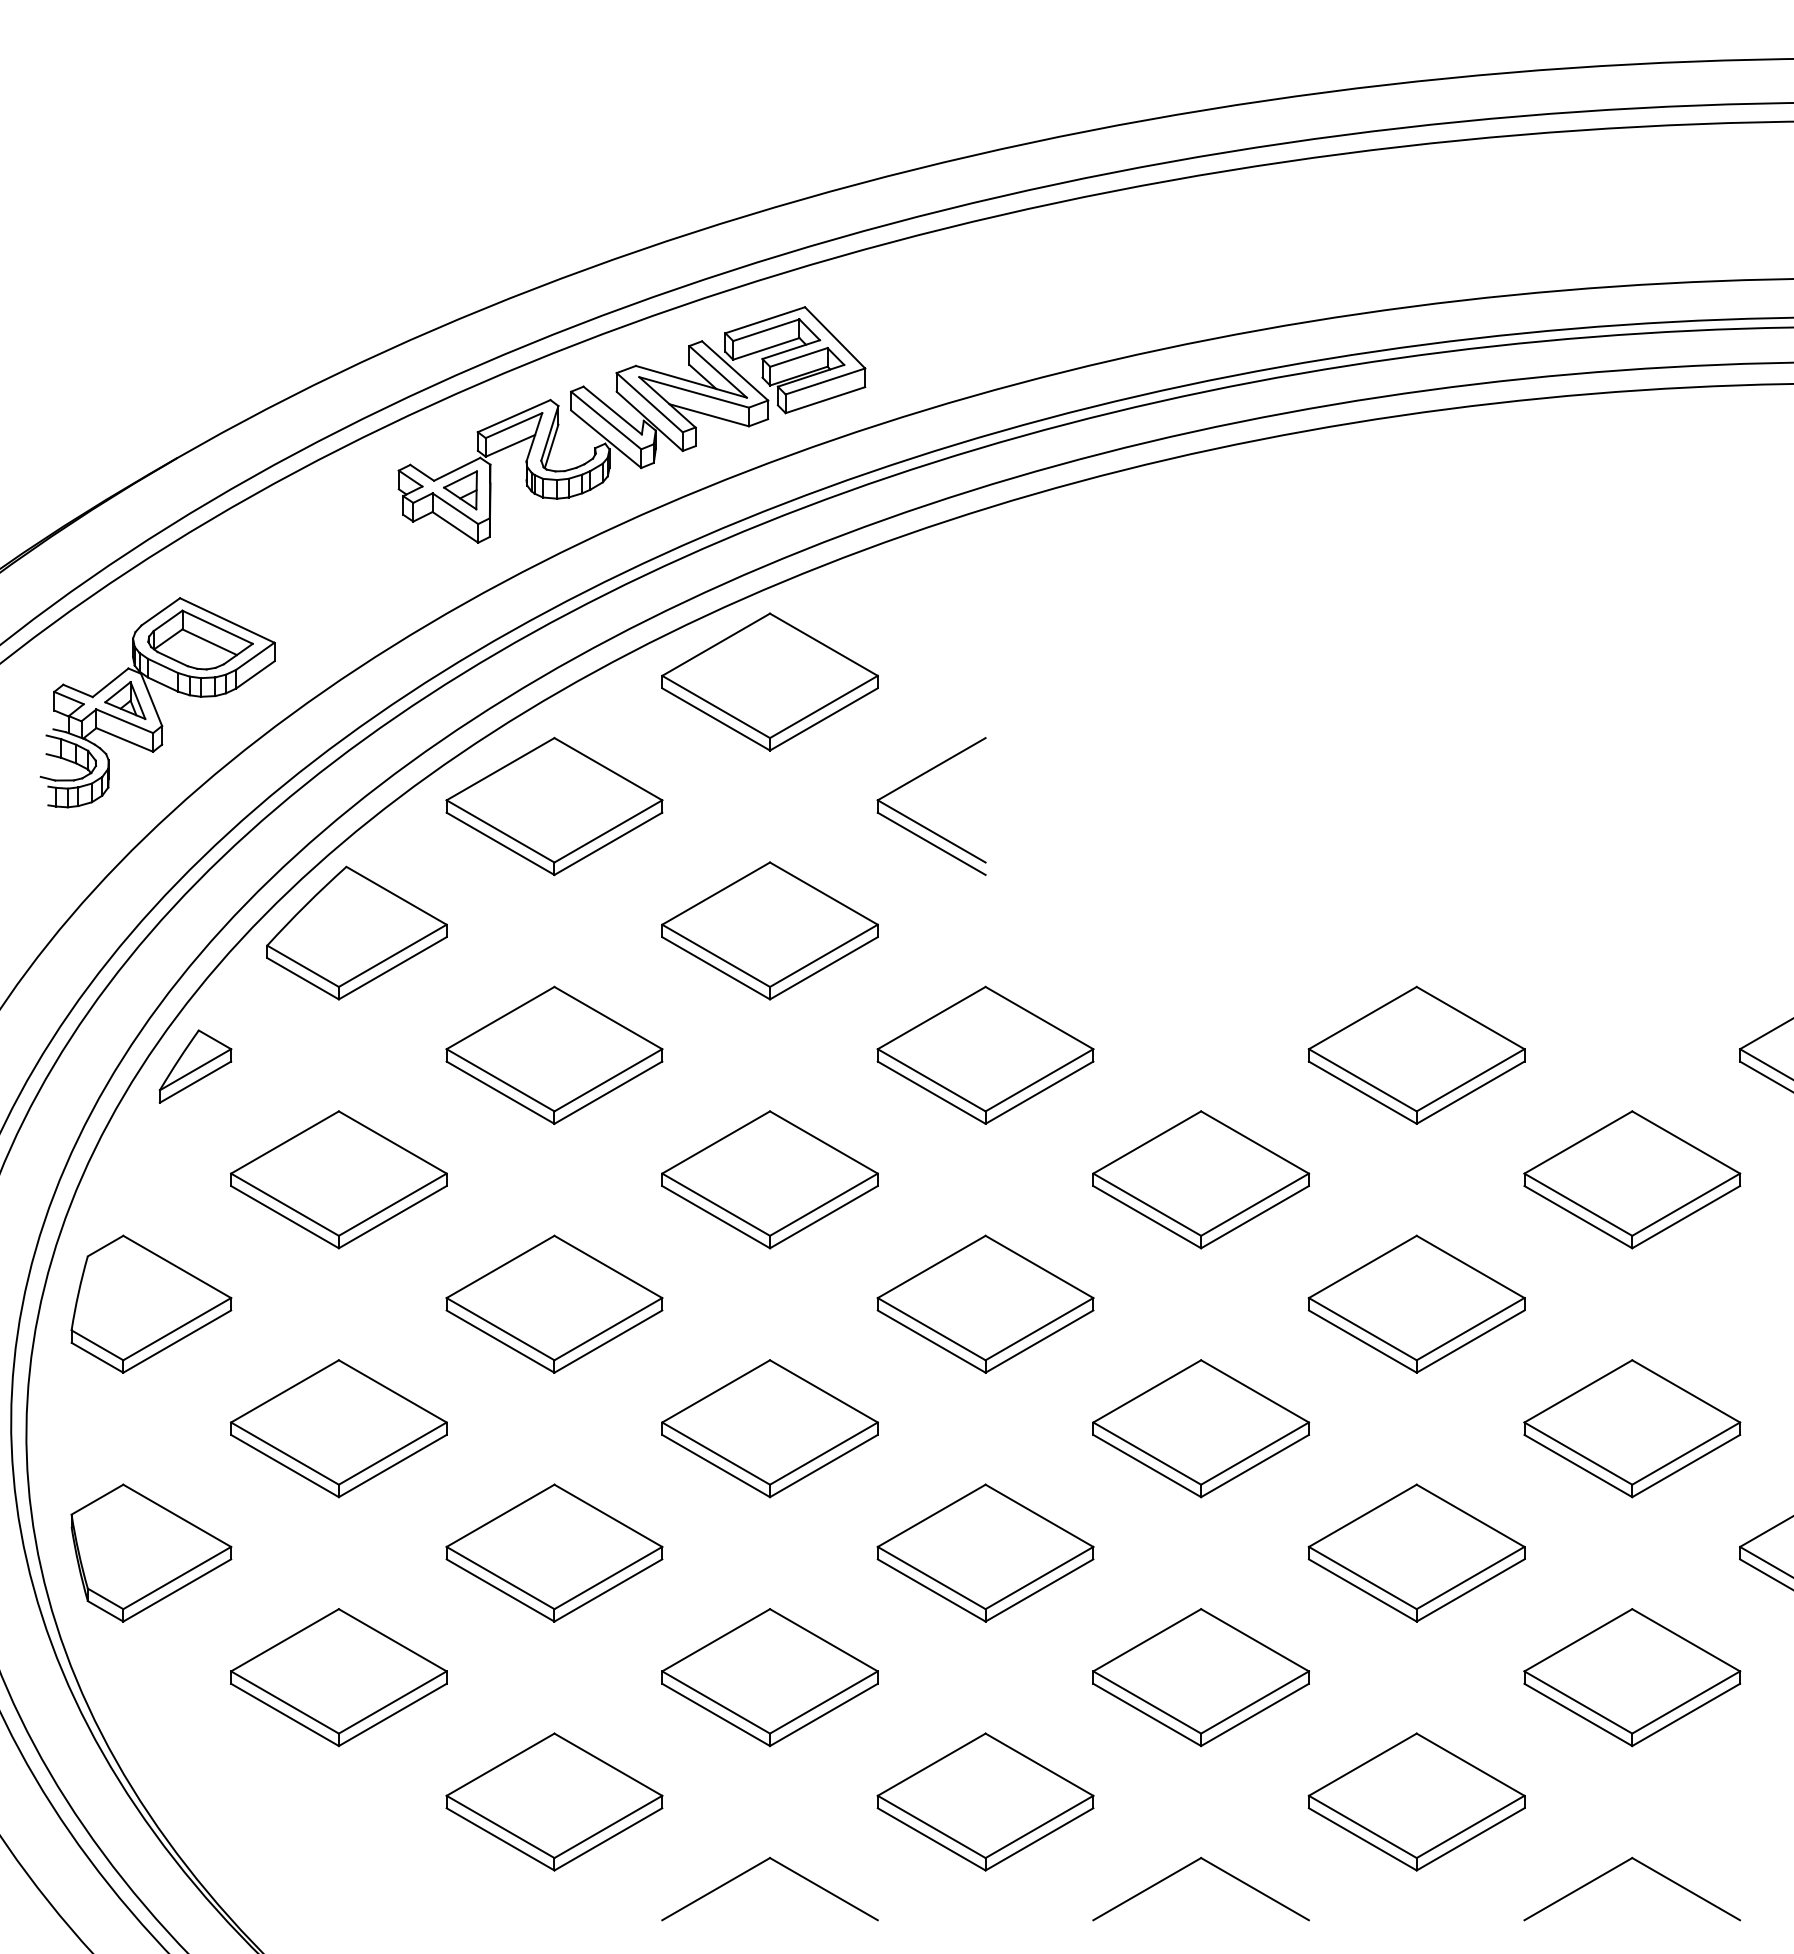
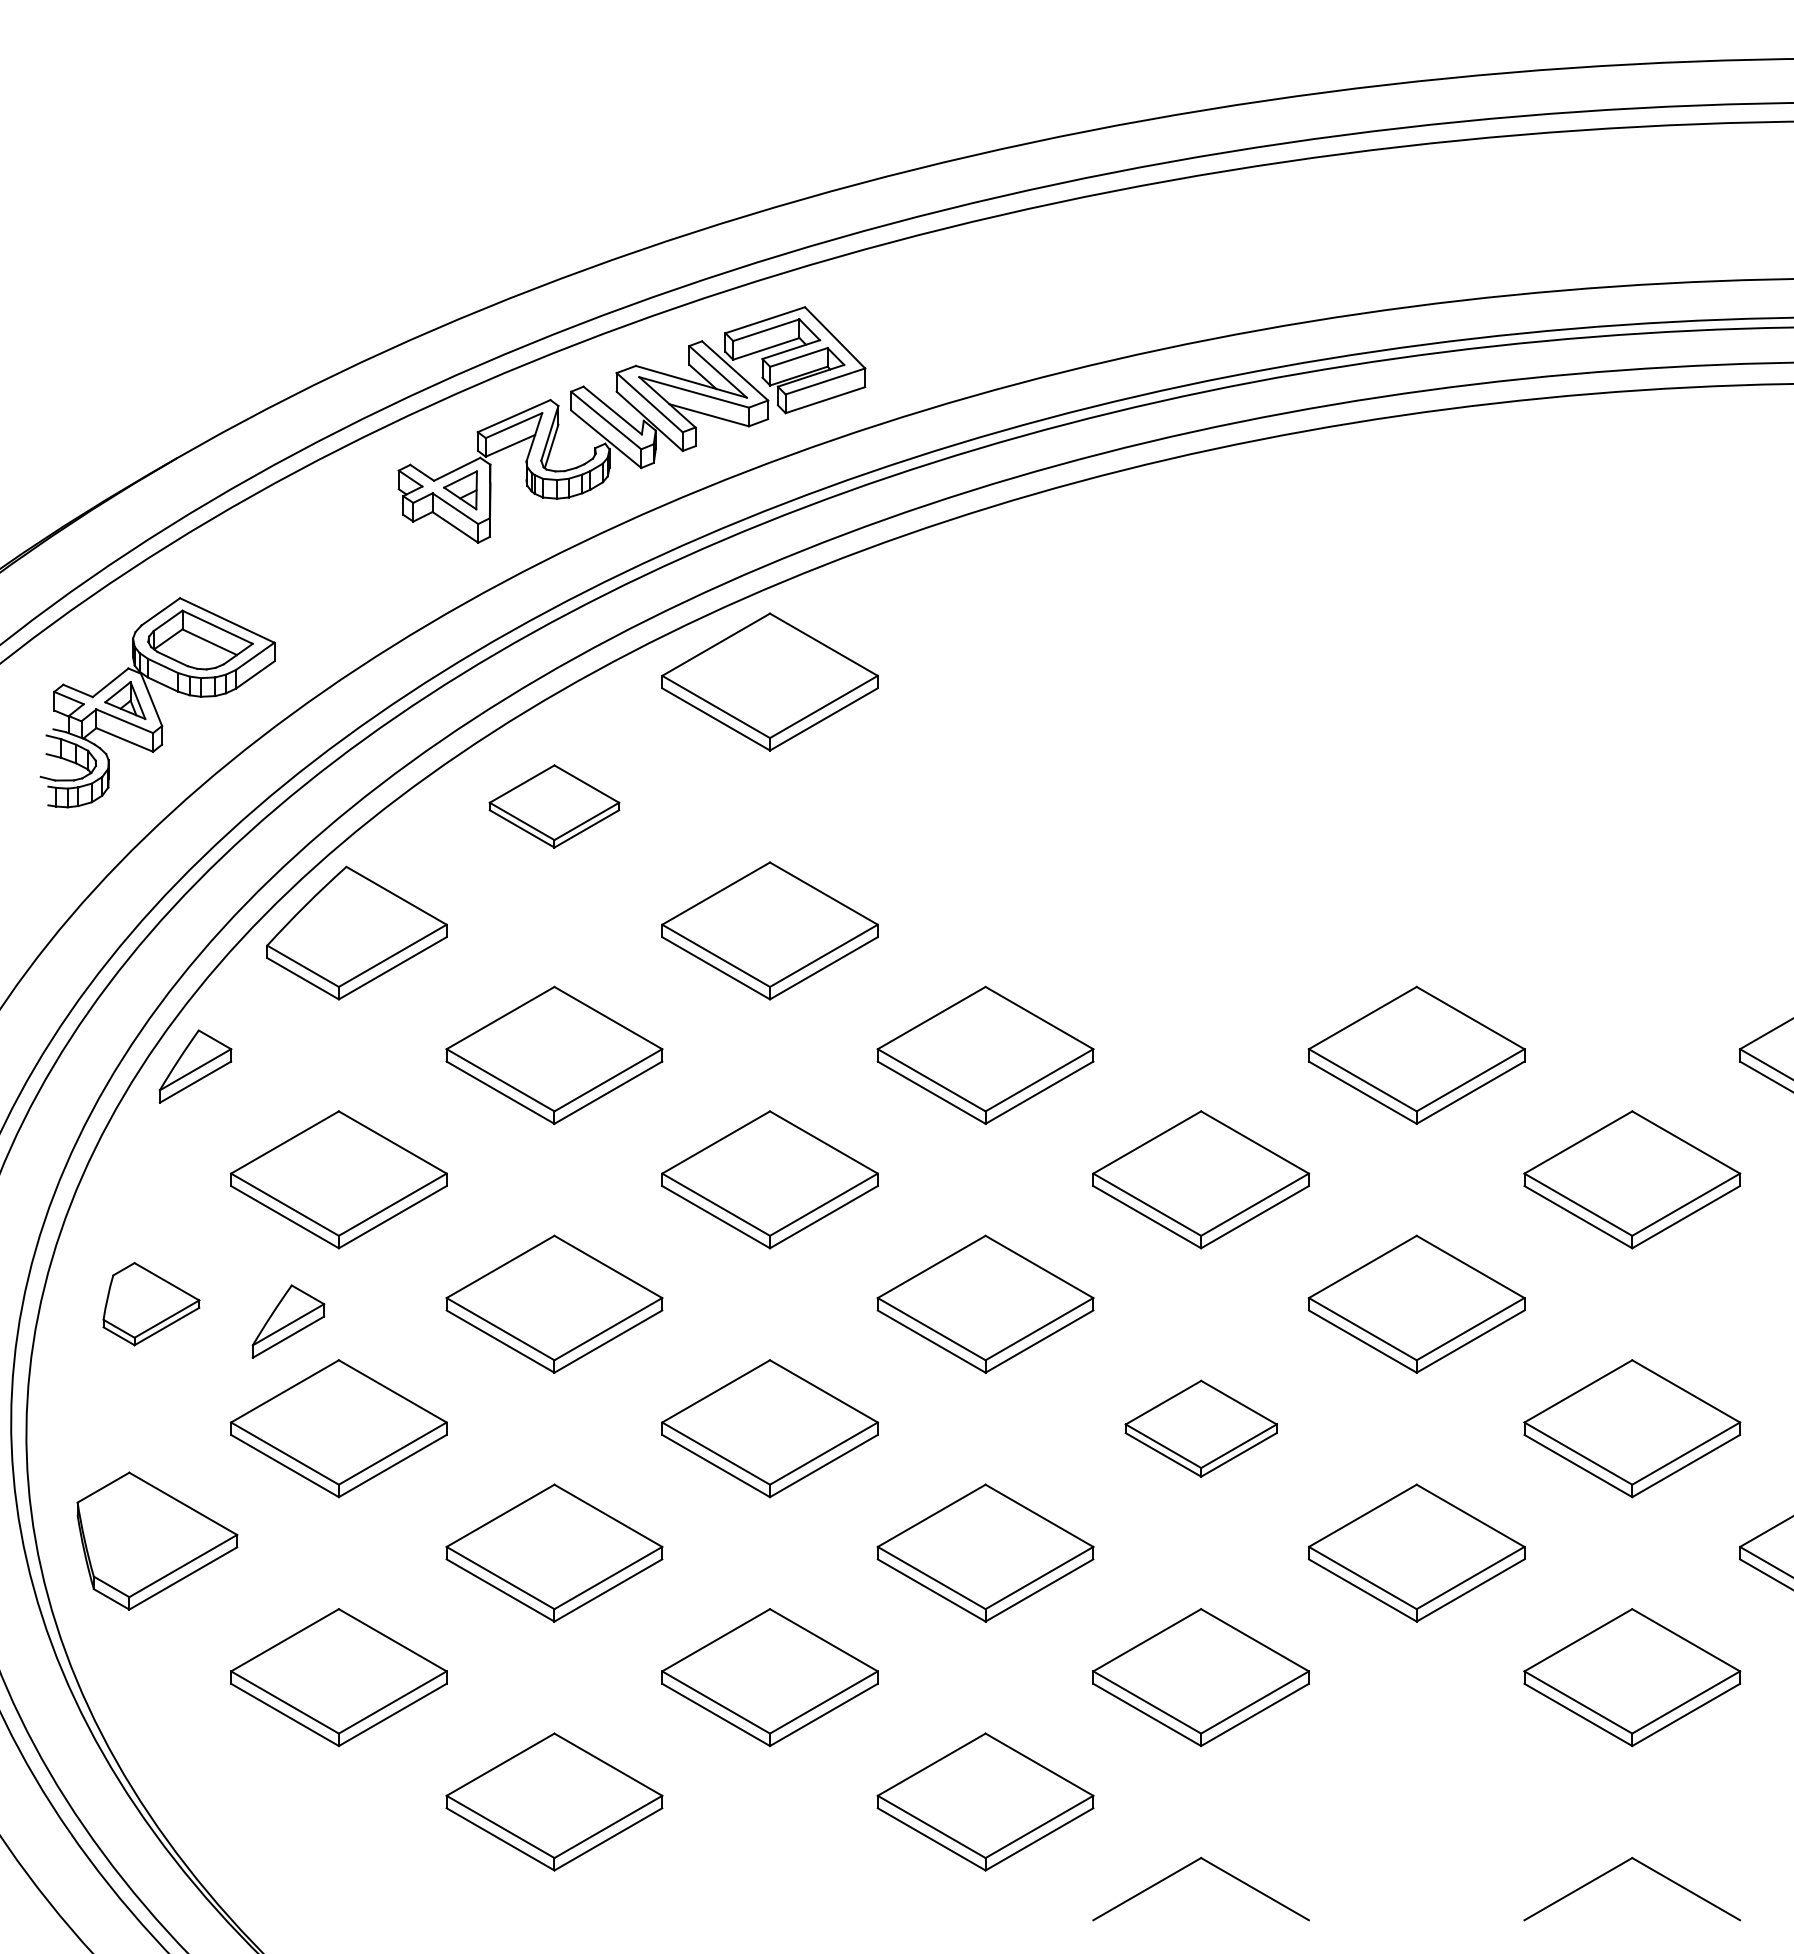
part at (554, 806) size: 219x141 px -> 133x85 px
part at (920, 823): present -> none
part at (151, 1303) size: 163x140 px -> 99x85 px
part at (288, 1321): none -> present
part at (1201, 1428) size: 219x140 px -> 154x99 px
part at (151, 1552) position: (151, 1552) -> (157, 1540)
part at (1416, 1801): present -> none
part at (754, 1868): present -> none
